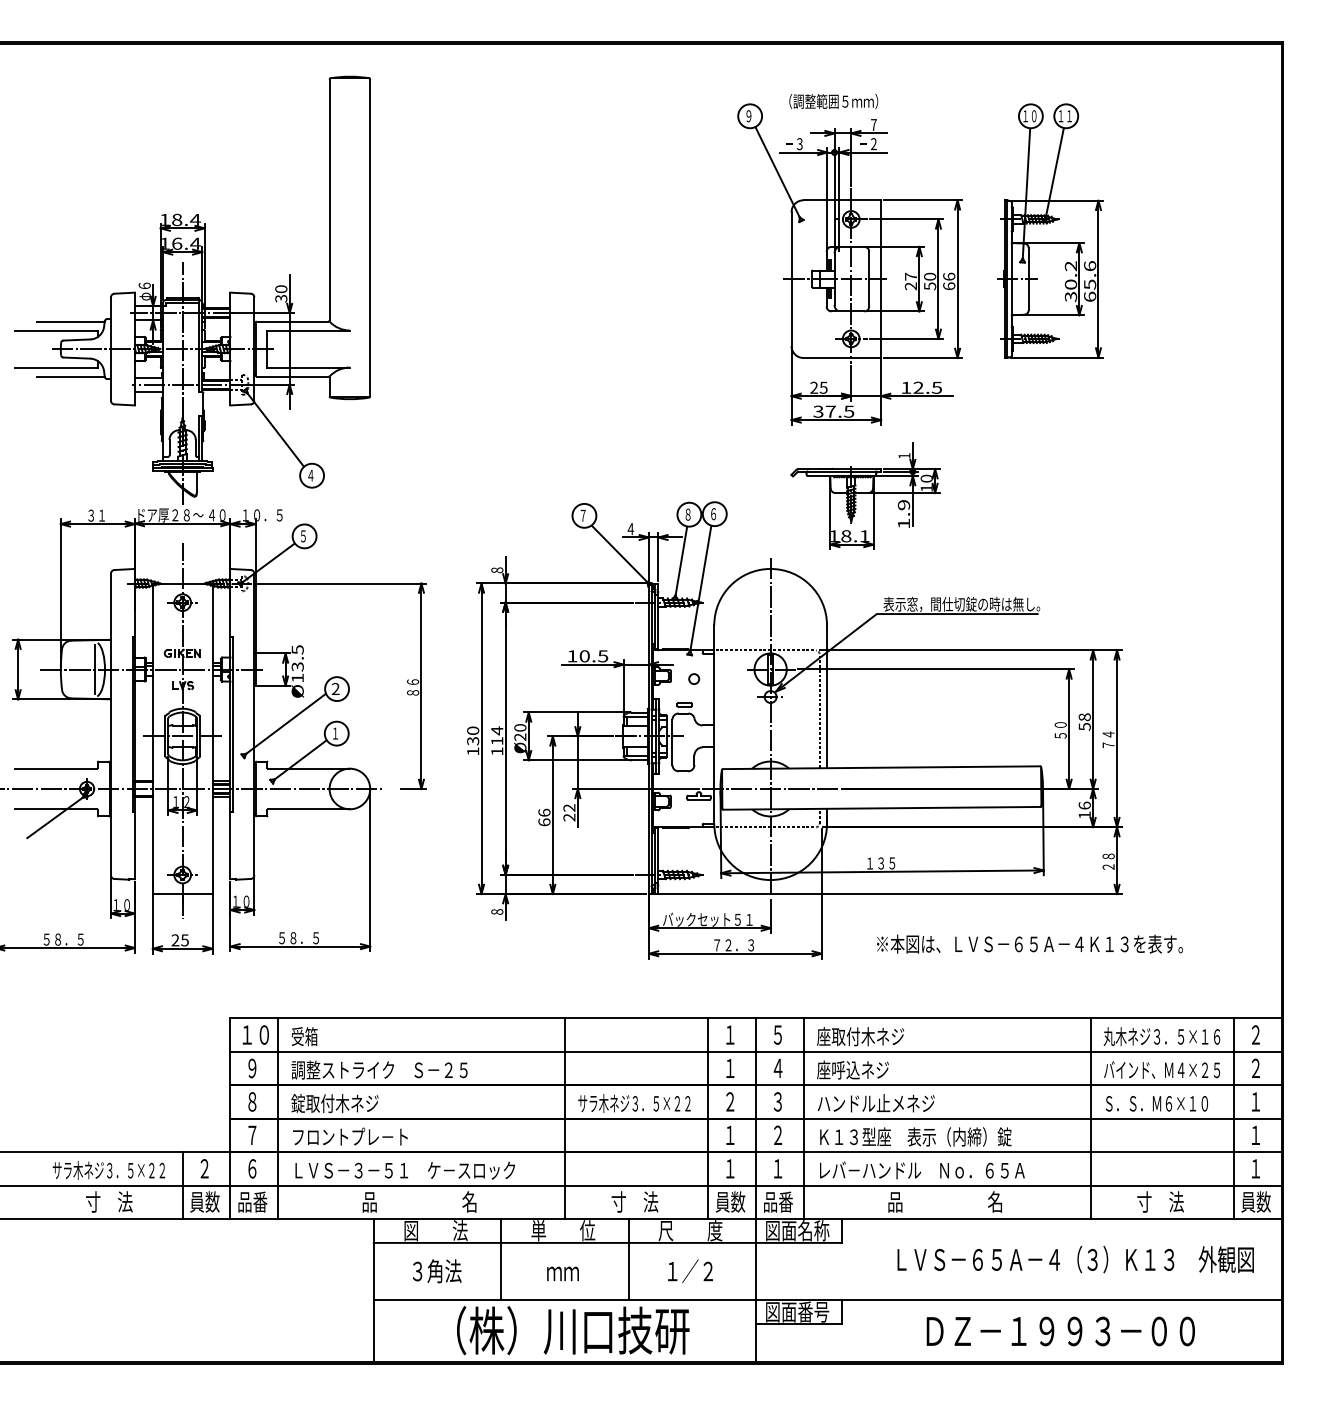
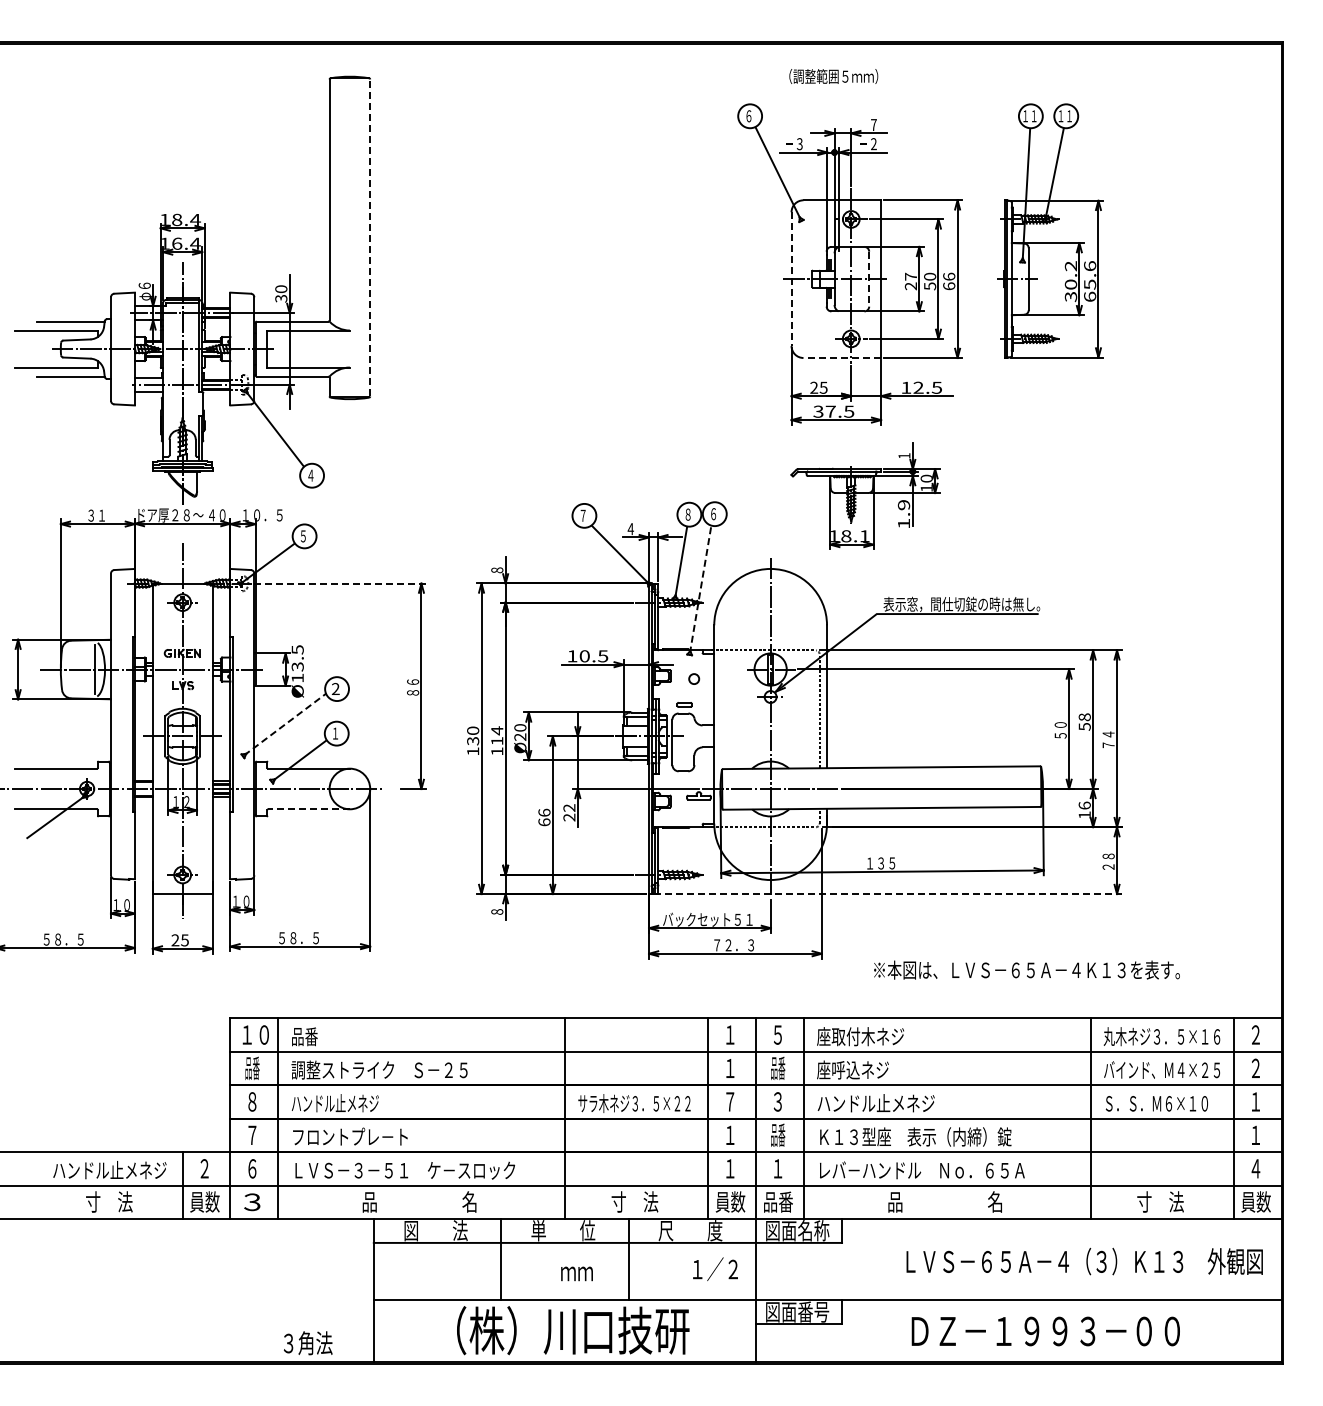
text at (833, 101) position: (833, 101) -> (833, 76)
text at (748, 116): ９ -> ６
text at (1034, 116): １０ -> １１
line at (370, 237): solid -> dashed
line at (791, 279): solid -> dashed
line at (869, 279): solid -> dashed
line at (842, 358): solid -> dashed
line at (340, 583): solid -> dashed
line at (700, 589): solid -> dashed
line at (285, 724): solid -> dashed
line at (309, 809): solid -> dashed
line at (887, 894): solid -> dashed
text at (1029, 943) position: (1029, 943) -> (1026, 969)
text at (304, 1036): 受箱 -> 品番
text at (252, 1067): ９ -> 品番
text at (778, 1068): ４ -> 品番
text at (730, 1101): ２ -> ７
text at (334, 1103): 錠取付木ネジ -> ハンドル止メネジ
text at (778, 1134): ２ -> 品番
text at (1255, 1168): １ -> ４
text at (109, 1170): サラ木ネジ３．５×２２ -> ハンドル止メネジ
text at (252, 1201): 品番 -> ３
text at (1075, 1259) position: (1075, 1259) -> (1084, 1261)
text at (690, 1270) position: (690, 1270) -> (715, 1268)
text at (437, 1271) position: (437, 1271) -> (308, 1343)
text at (562, 1273) position: (562, 1273) -> (576, 1273)
text at (1060, 1331) position: (1060, 1331) -> (1045, 1331)
